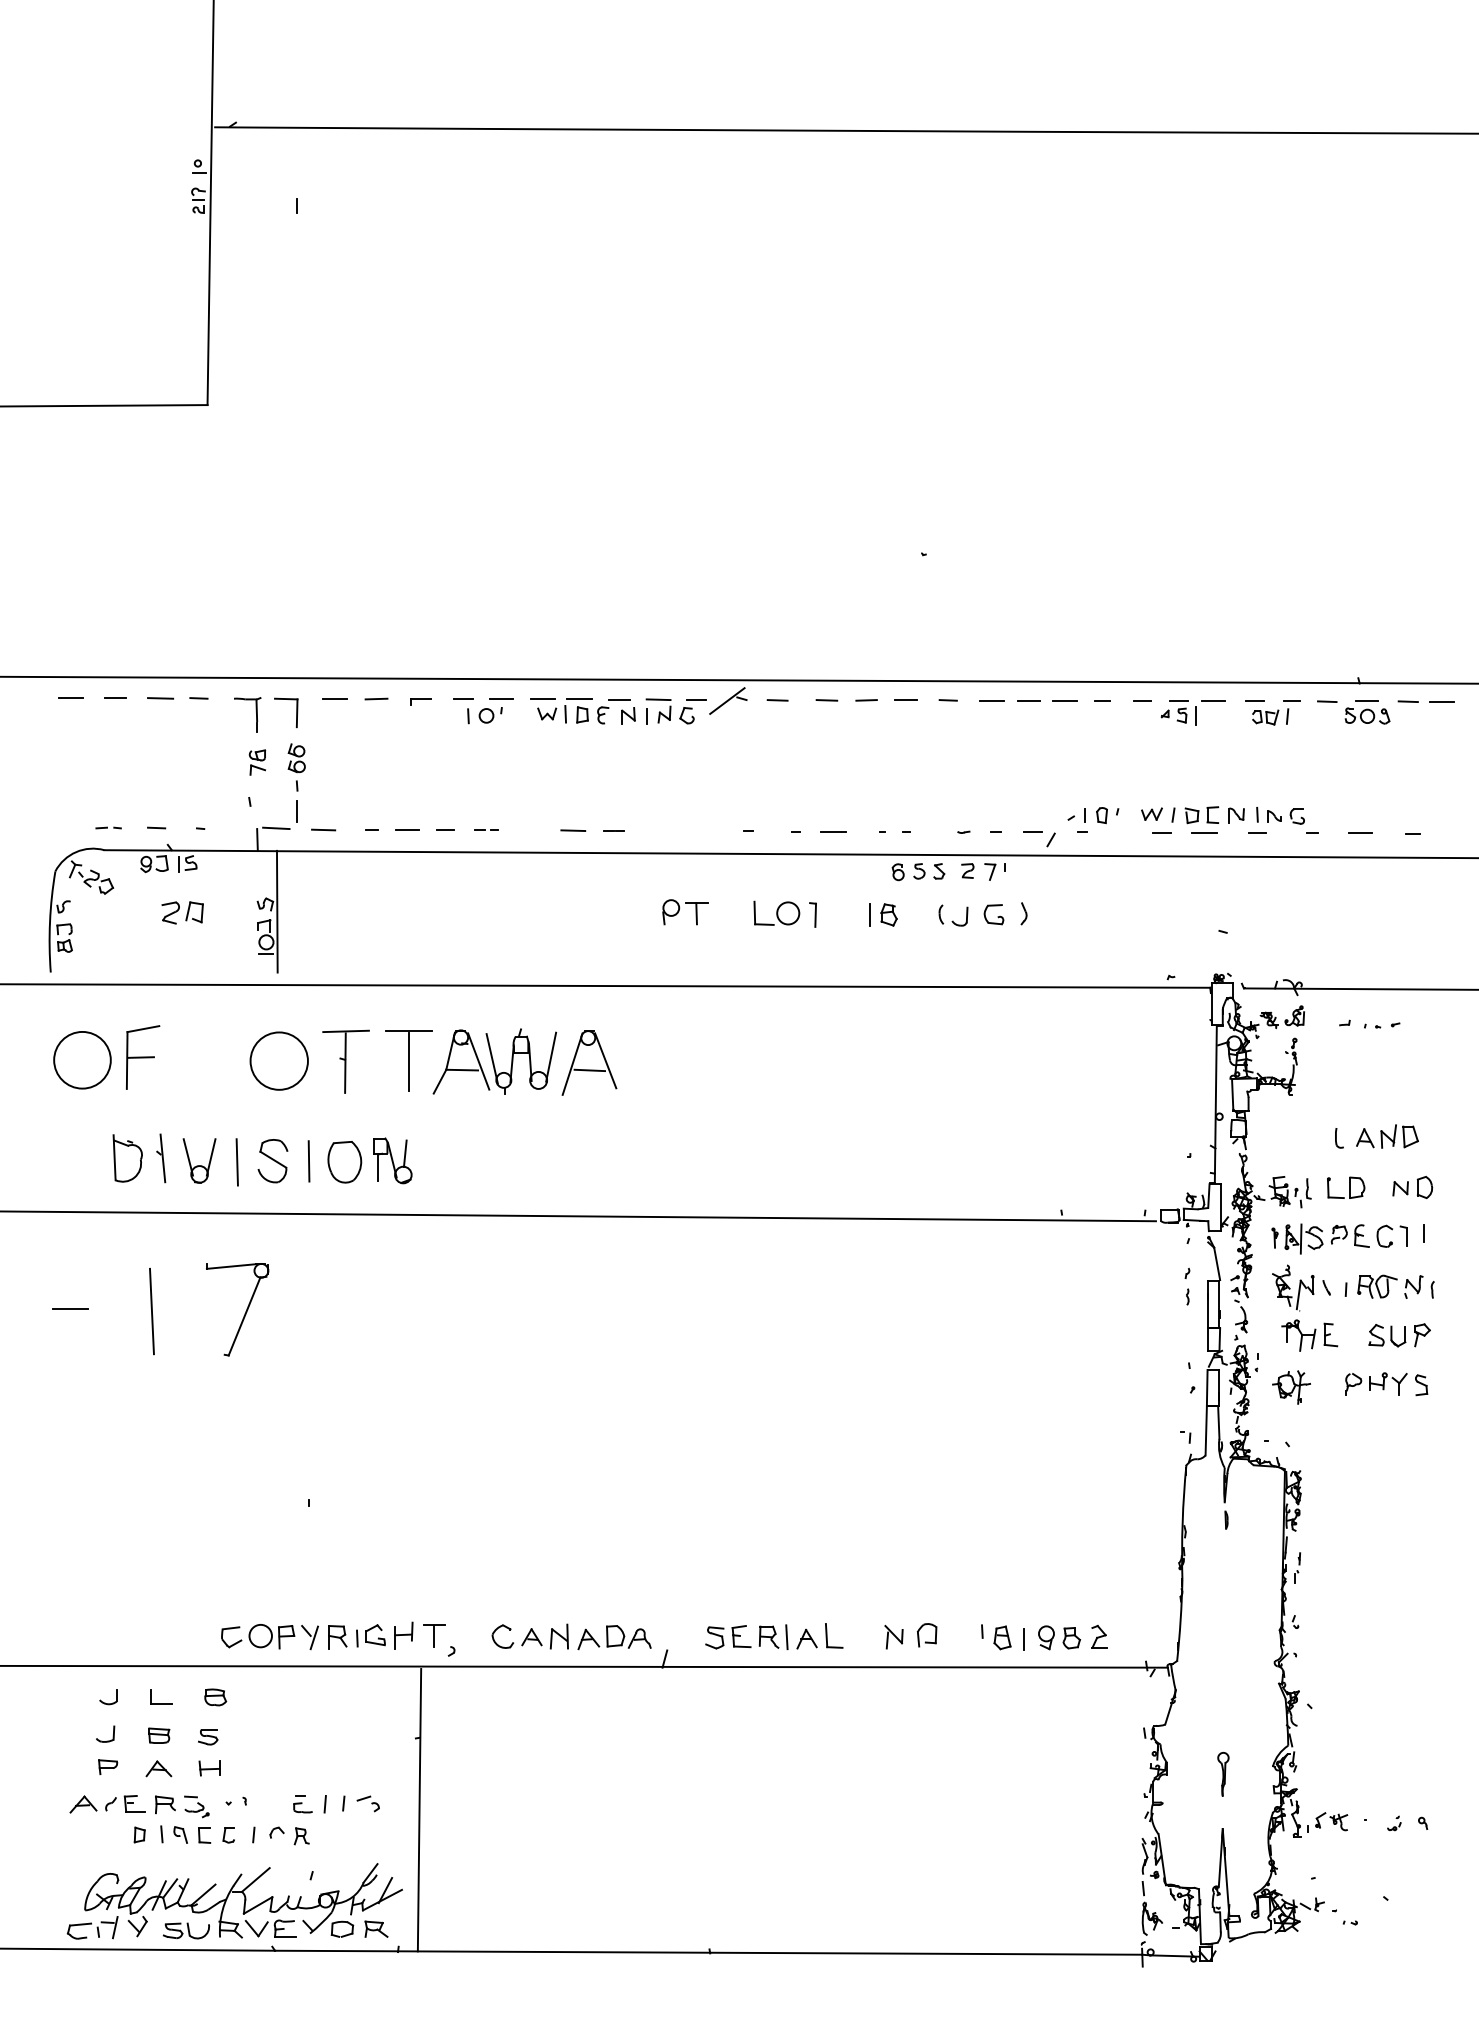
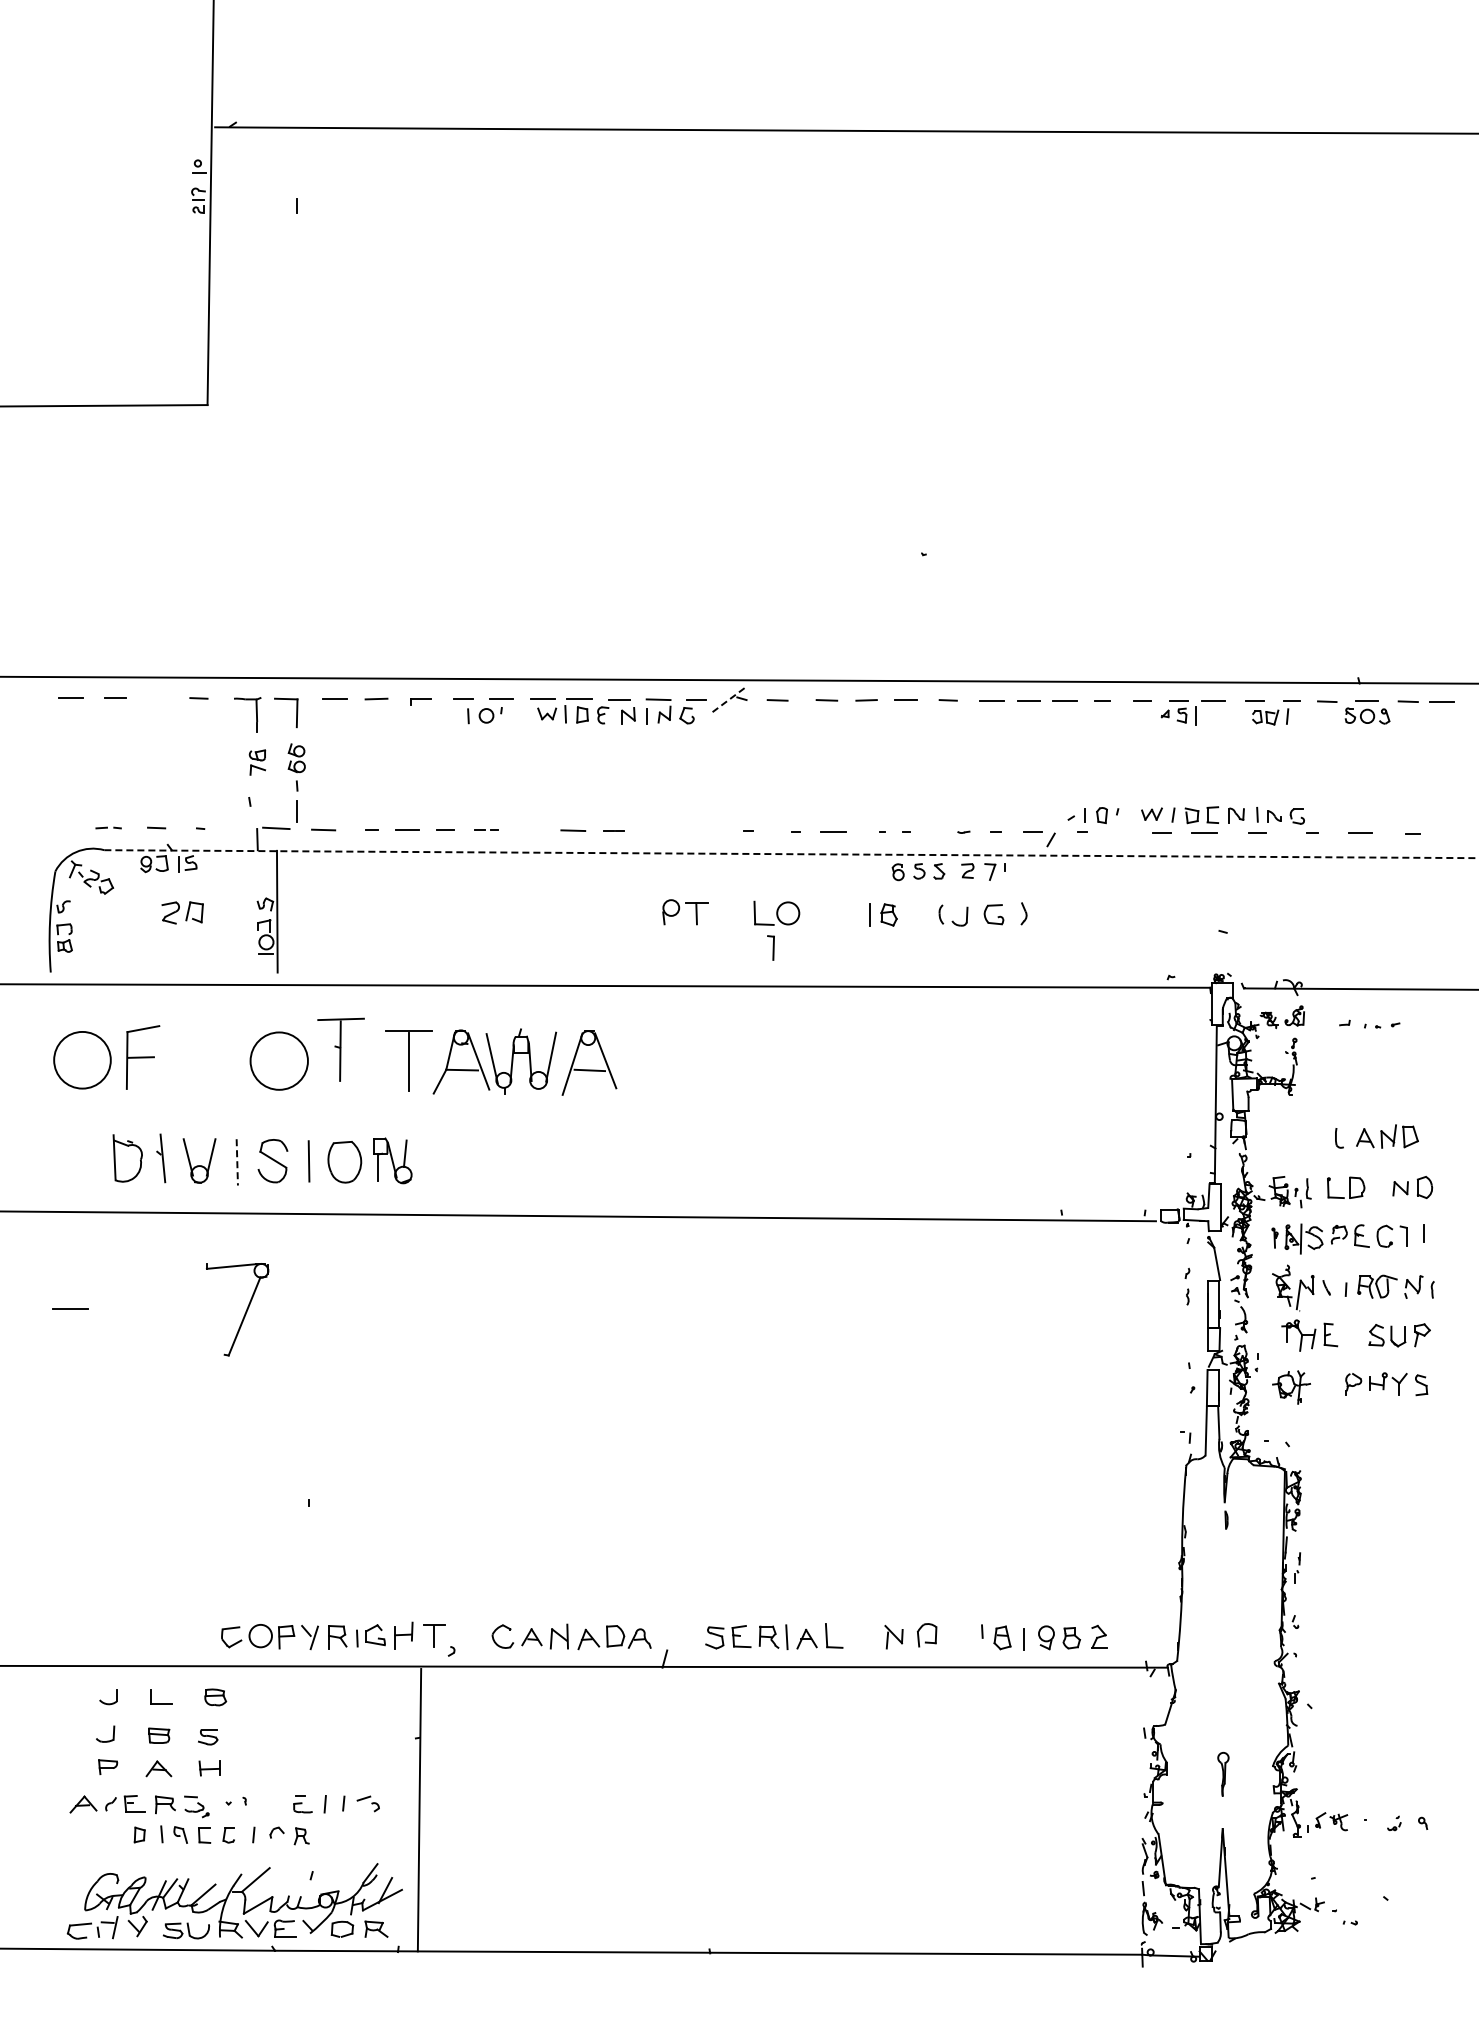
line at (160, 698): present -> none
line at (726, 701): solid -> dashed
line at (792, 854): solid -> dashed
part at (812, 914) position: (812, 914) -> (770, 947)
part at (345, 1061) position: (345, 1061) -> (340, 1049)
line at (237, 1162): solid -> dashed
line at (151, 1311): present -> none
